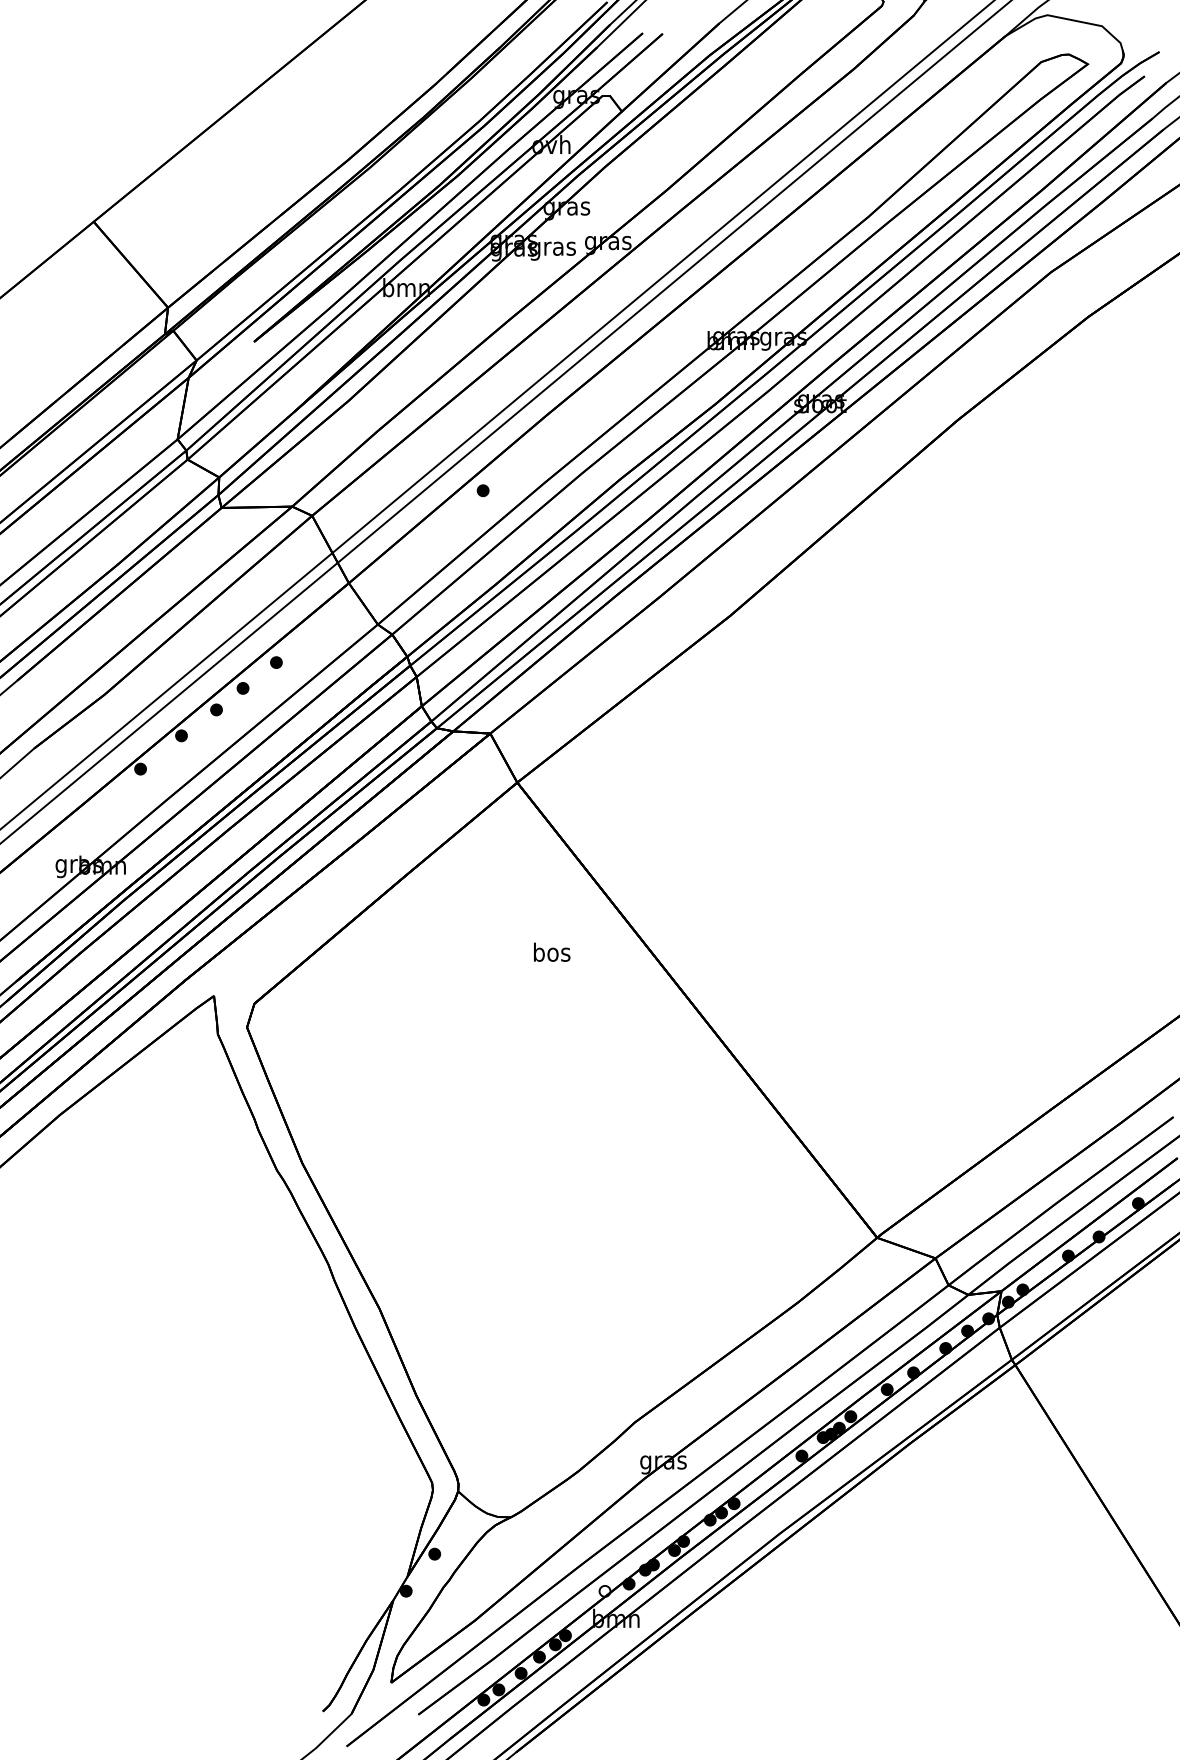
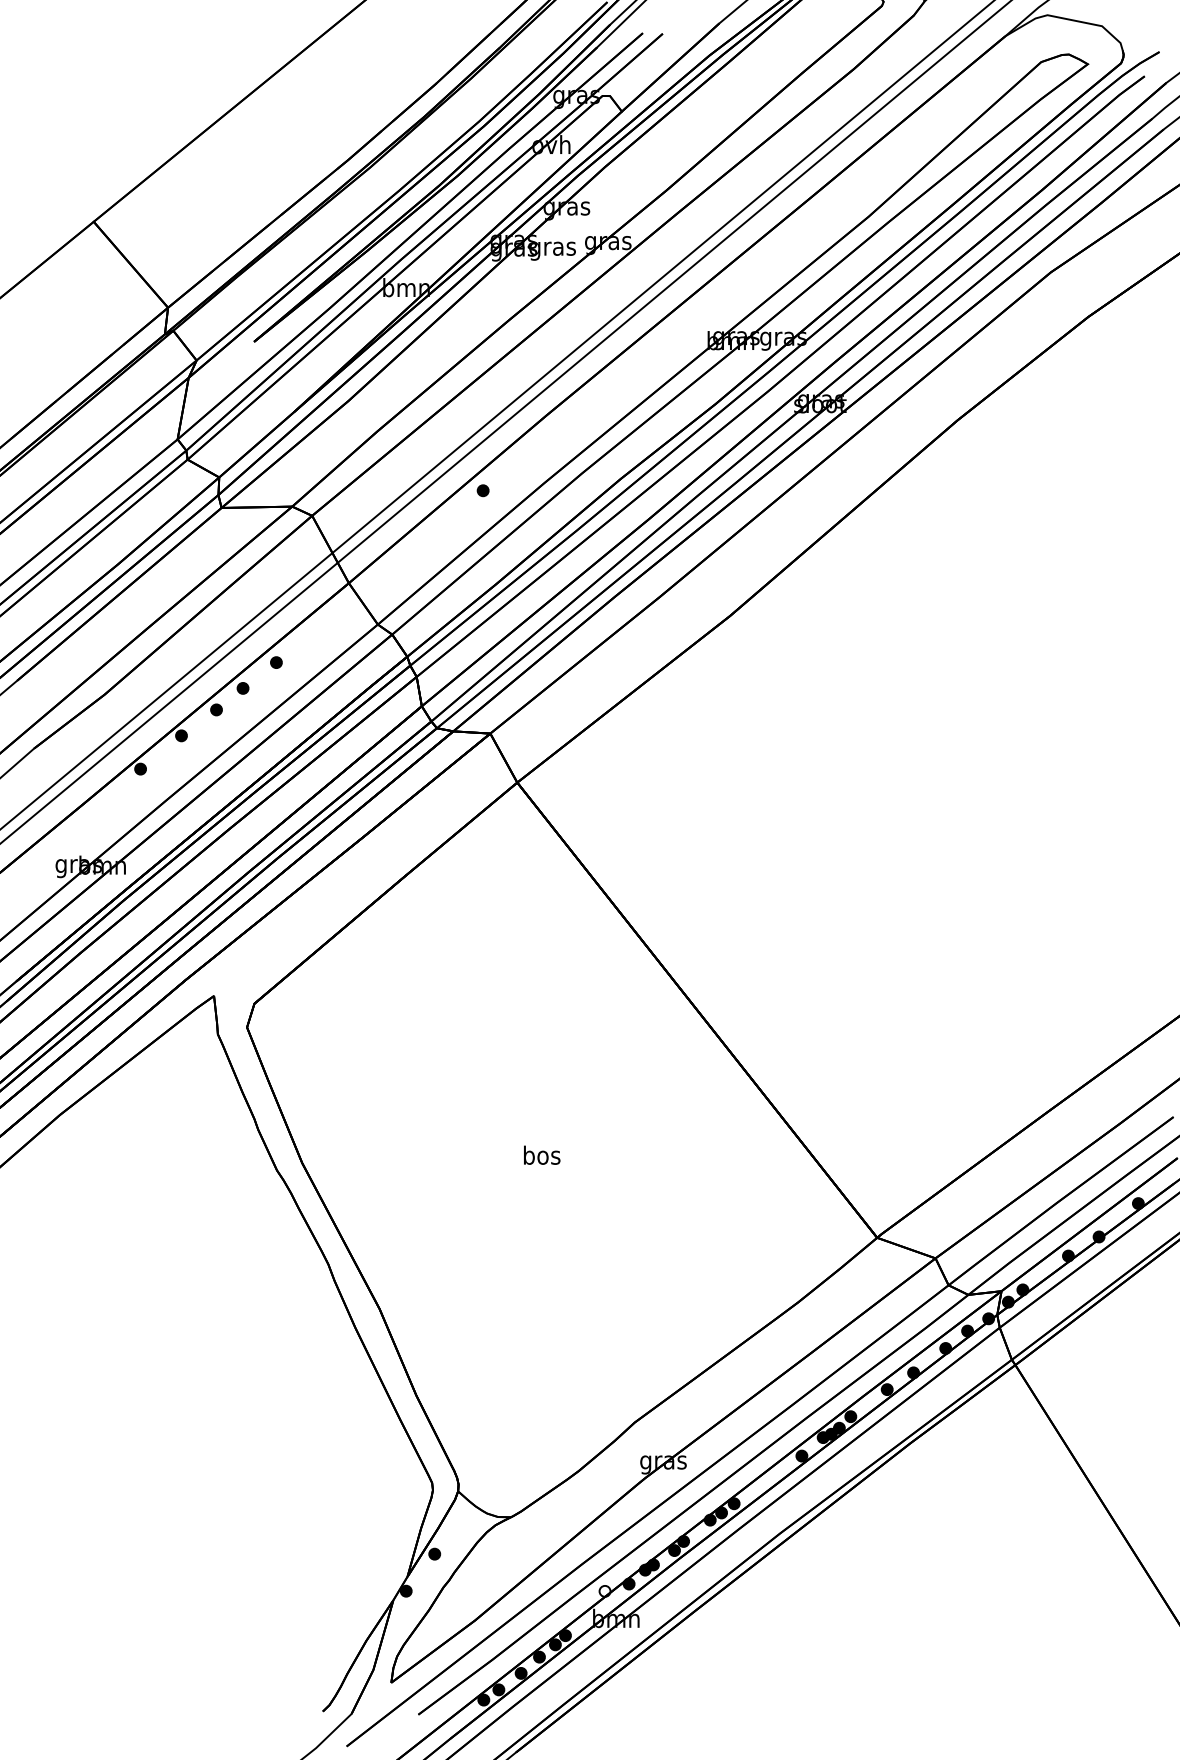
text at (552, 951) position: (552, 951) -> (542, 1154)
